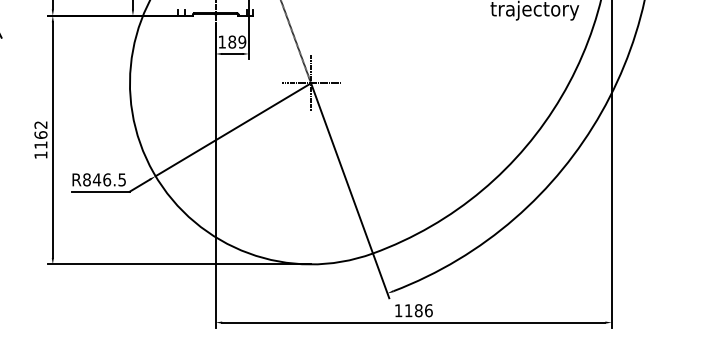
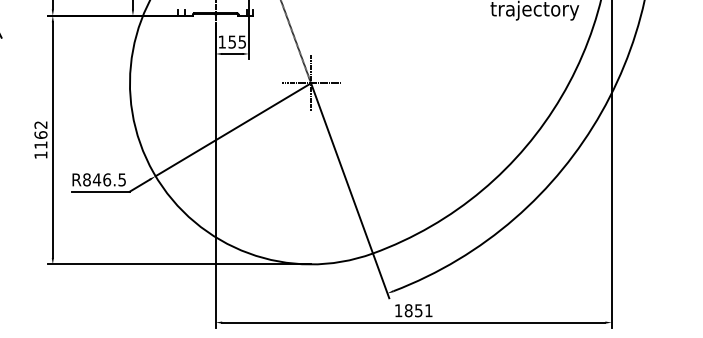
text at (237, 41): 189 -> 155
text at (418, 310): 1186 -> 1851
